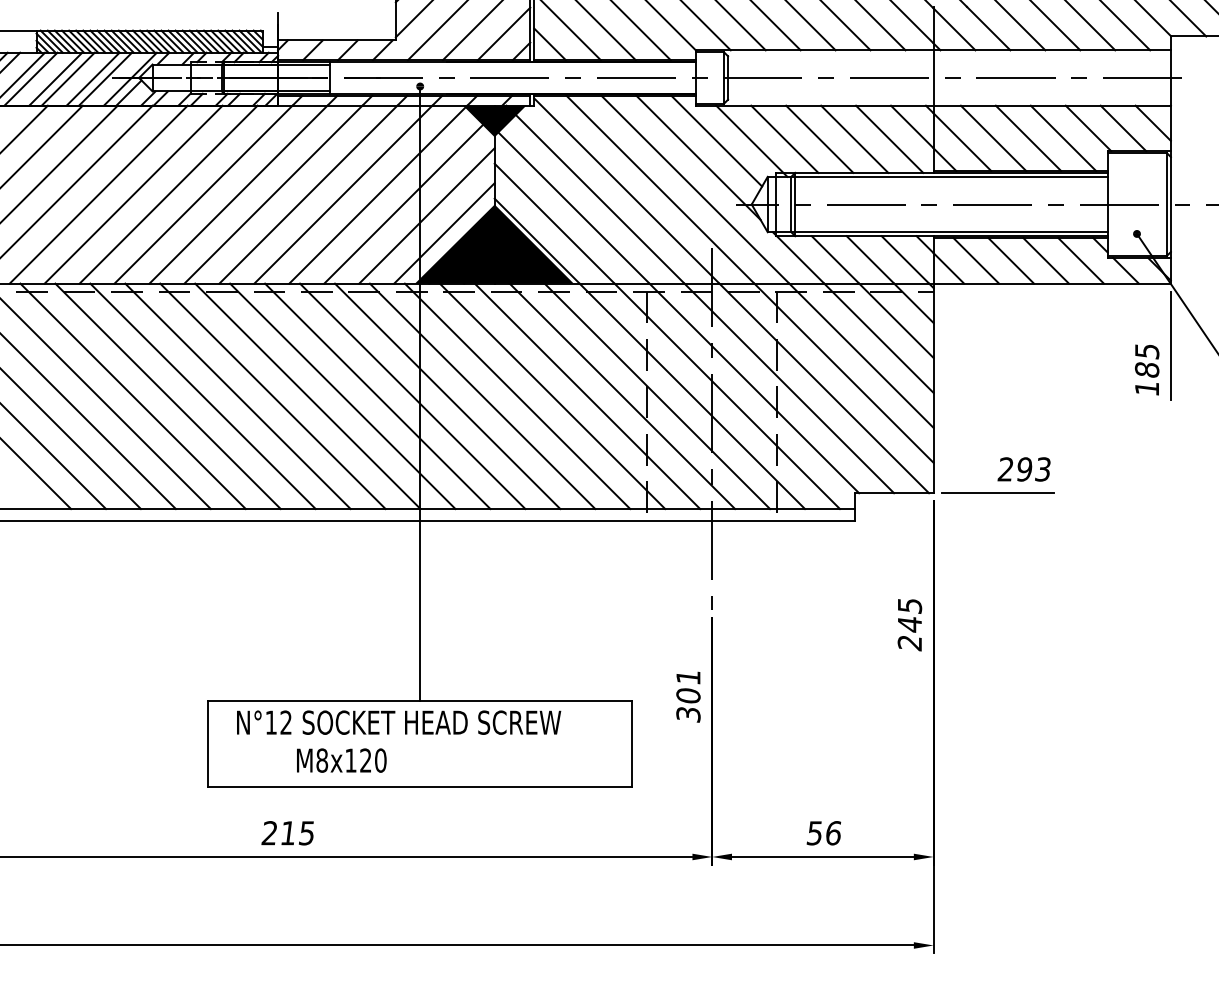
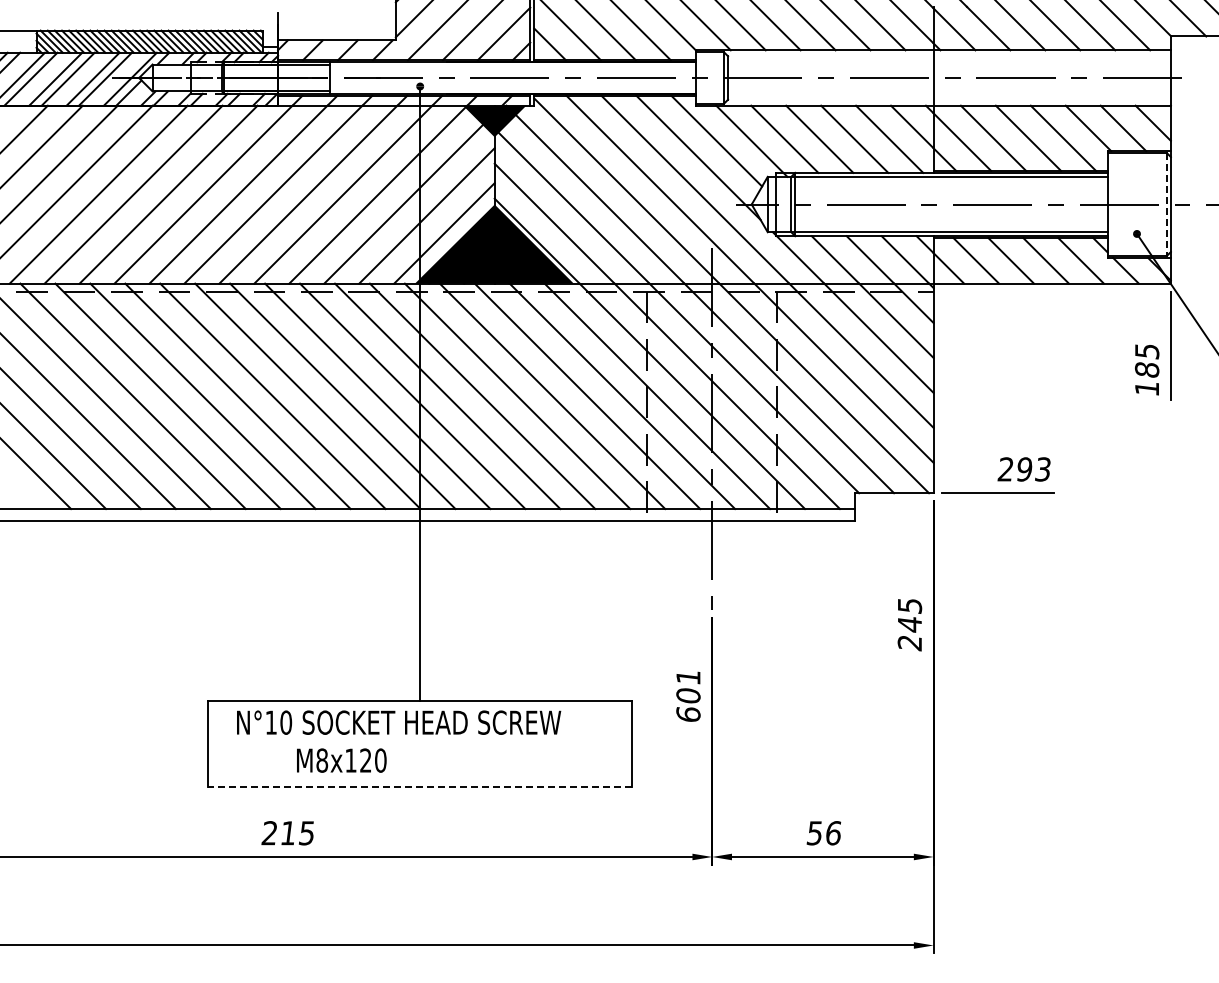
line at (1166, 205): solid -> dashed
text at (688, 714): 301 -> 601
text at (286, 722): N°12 -> N°10
line at (419, 787): solid -> dashed
